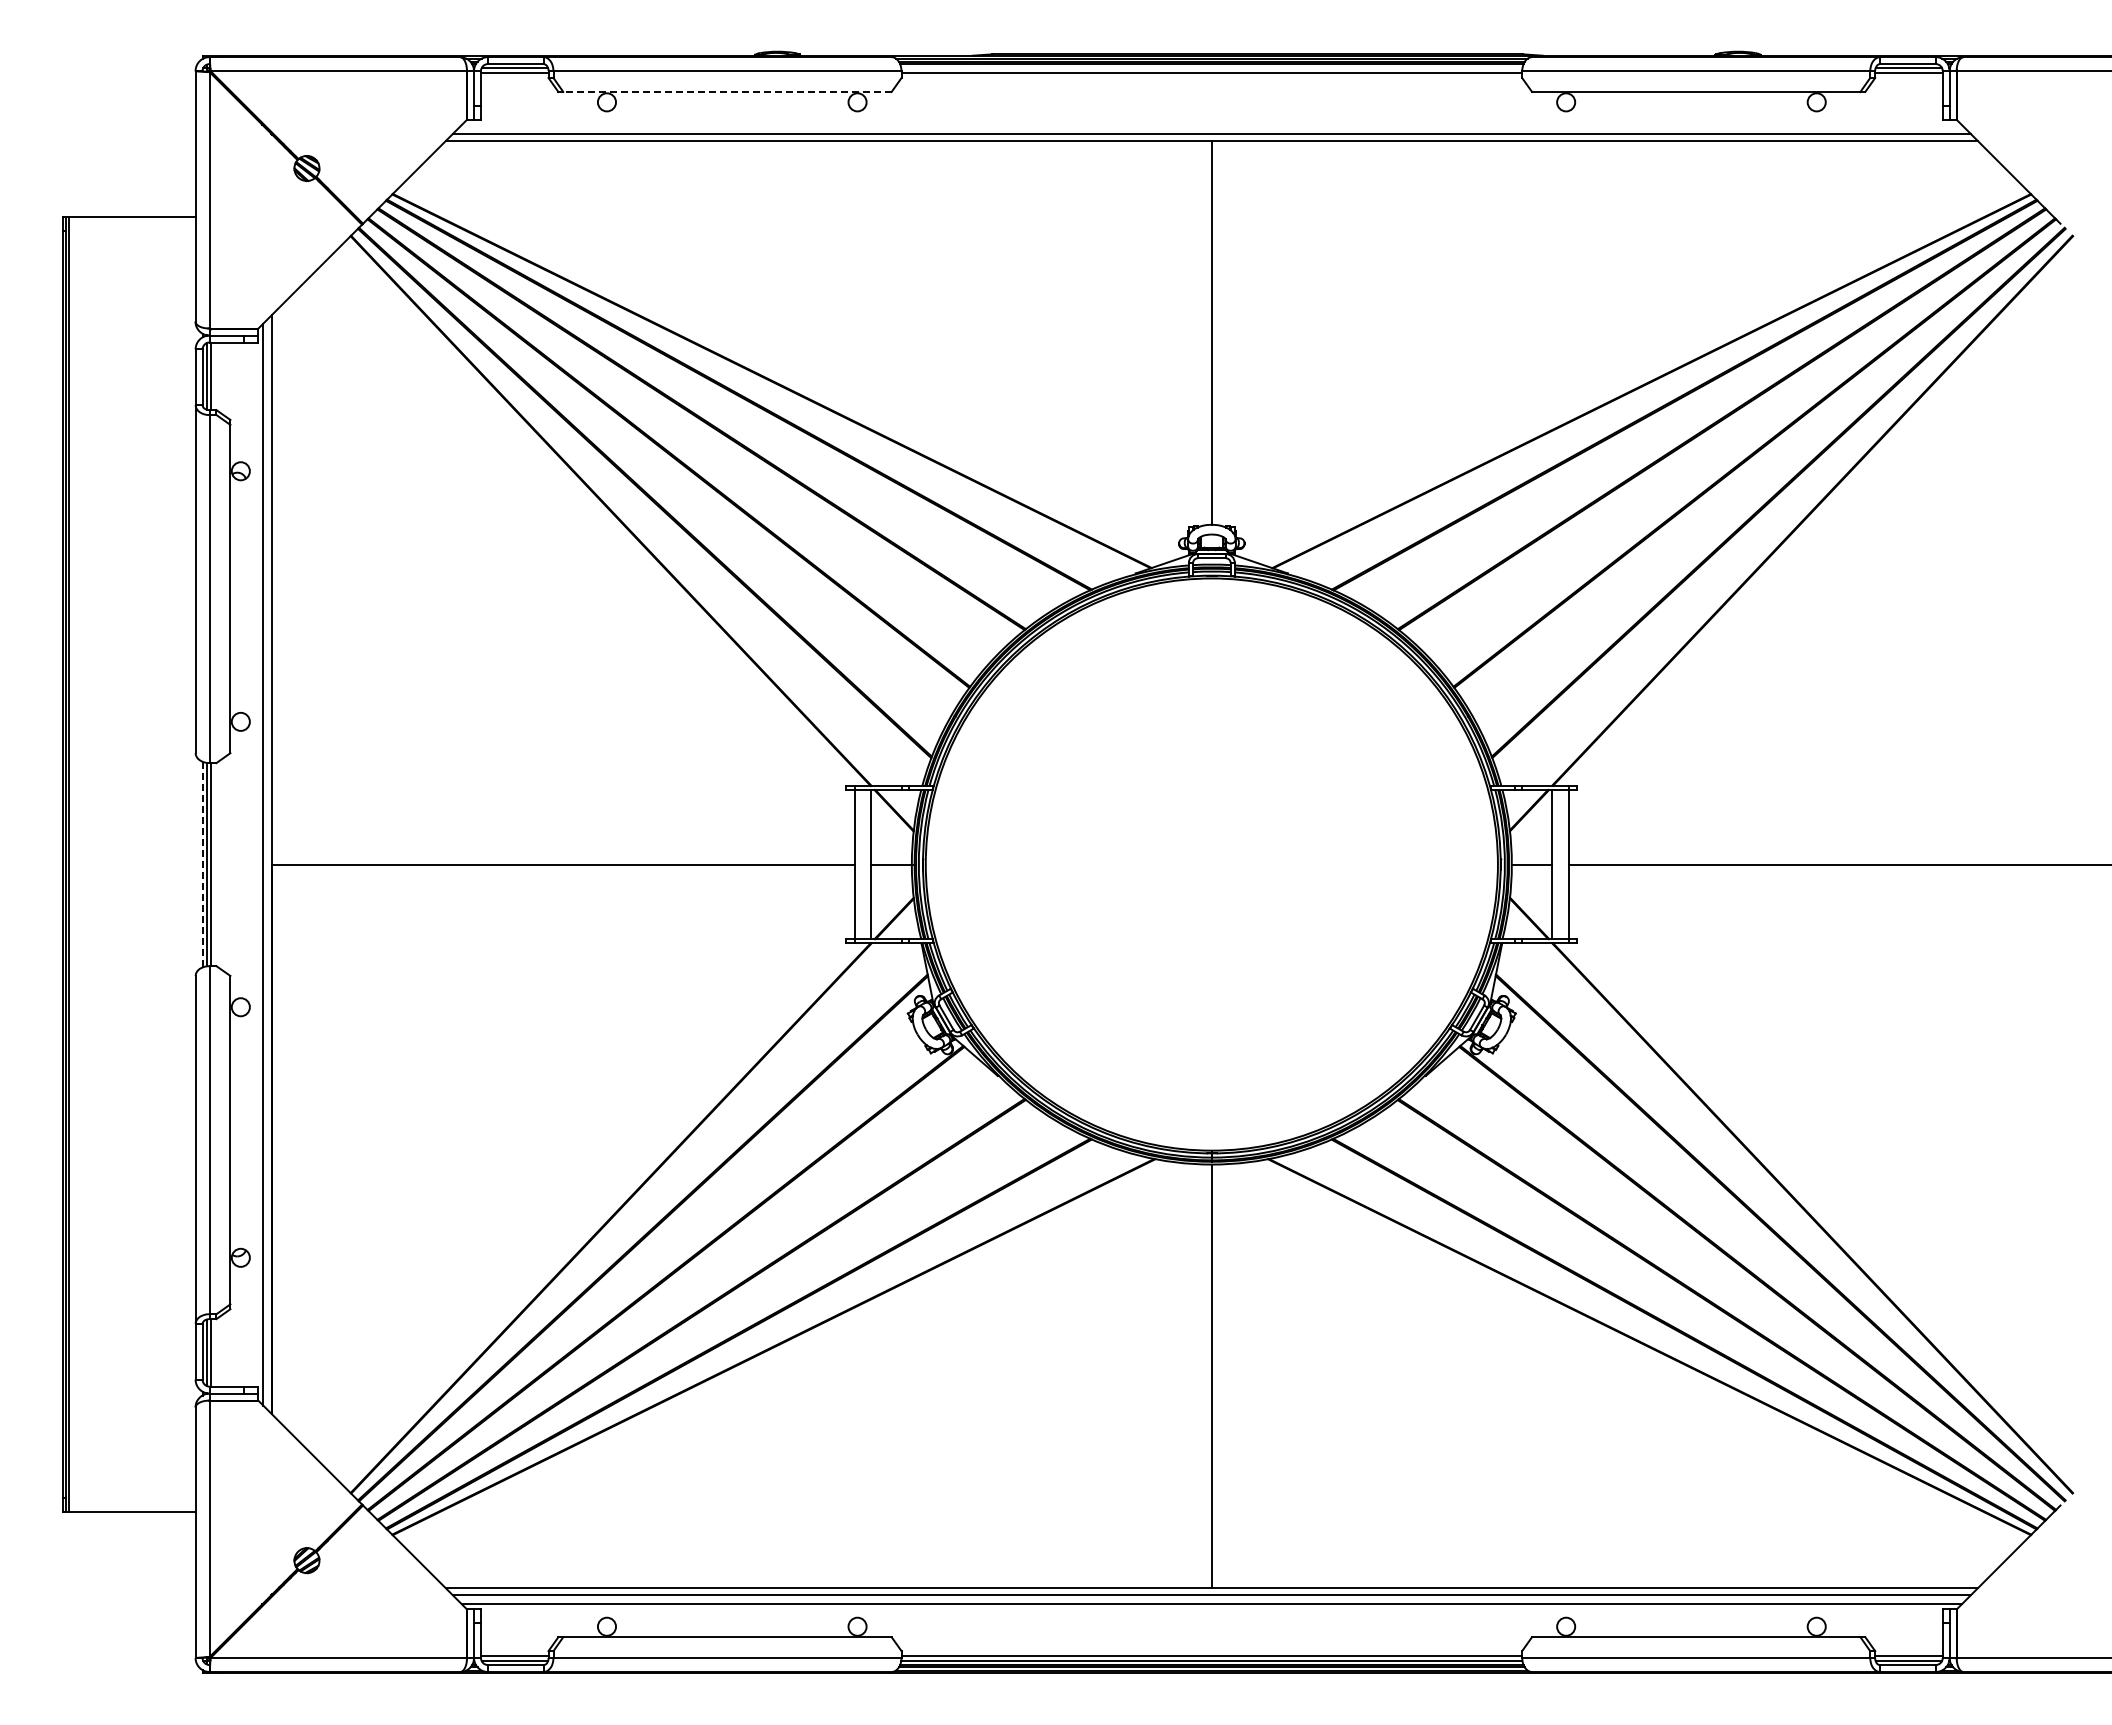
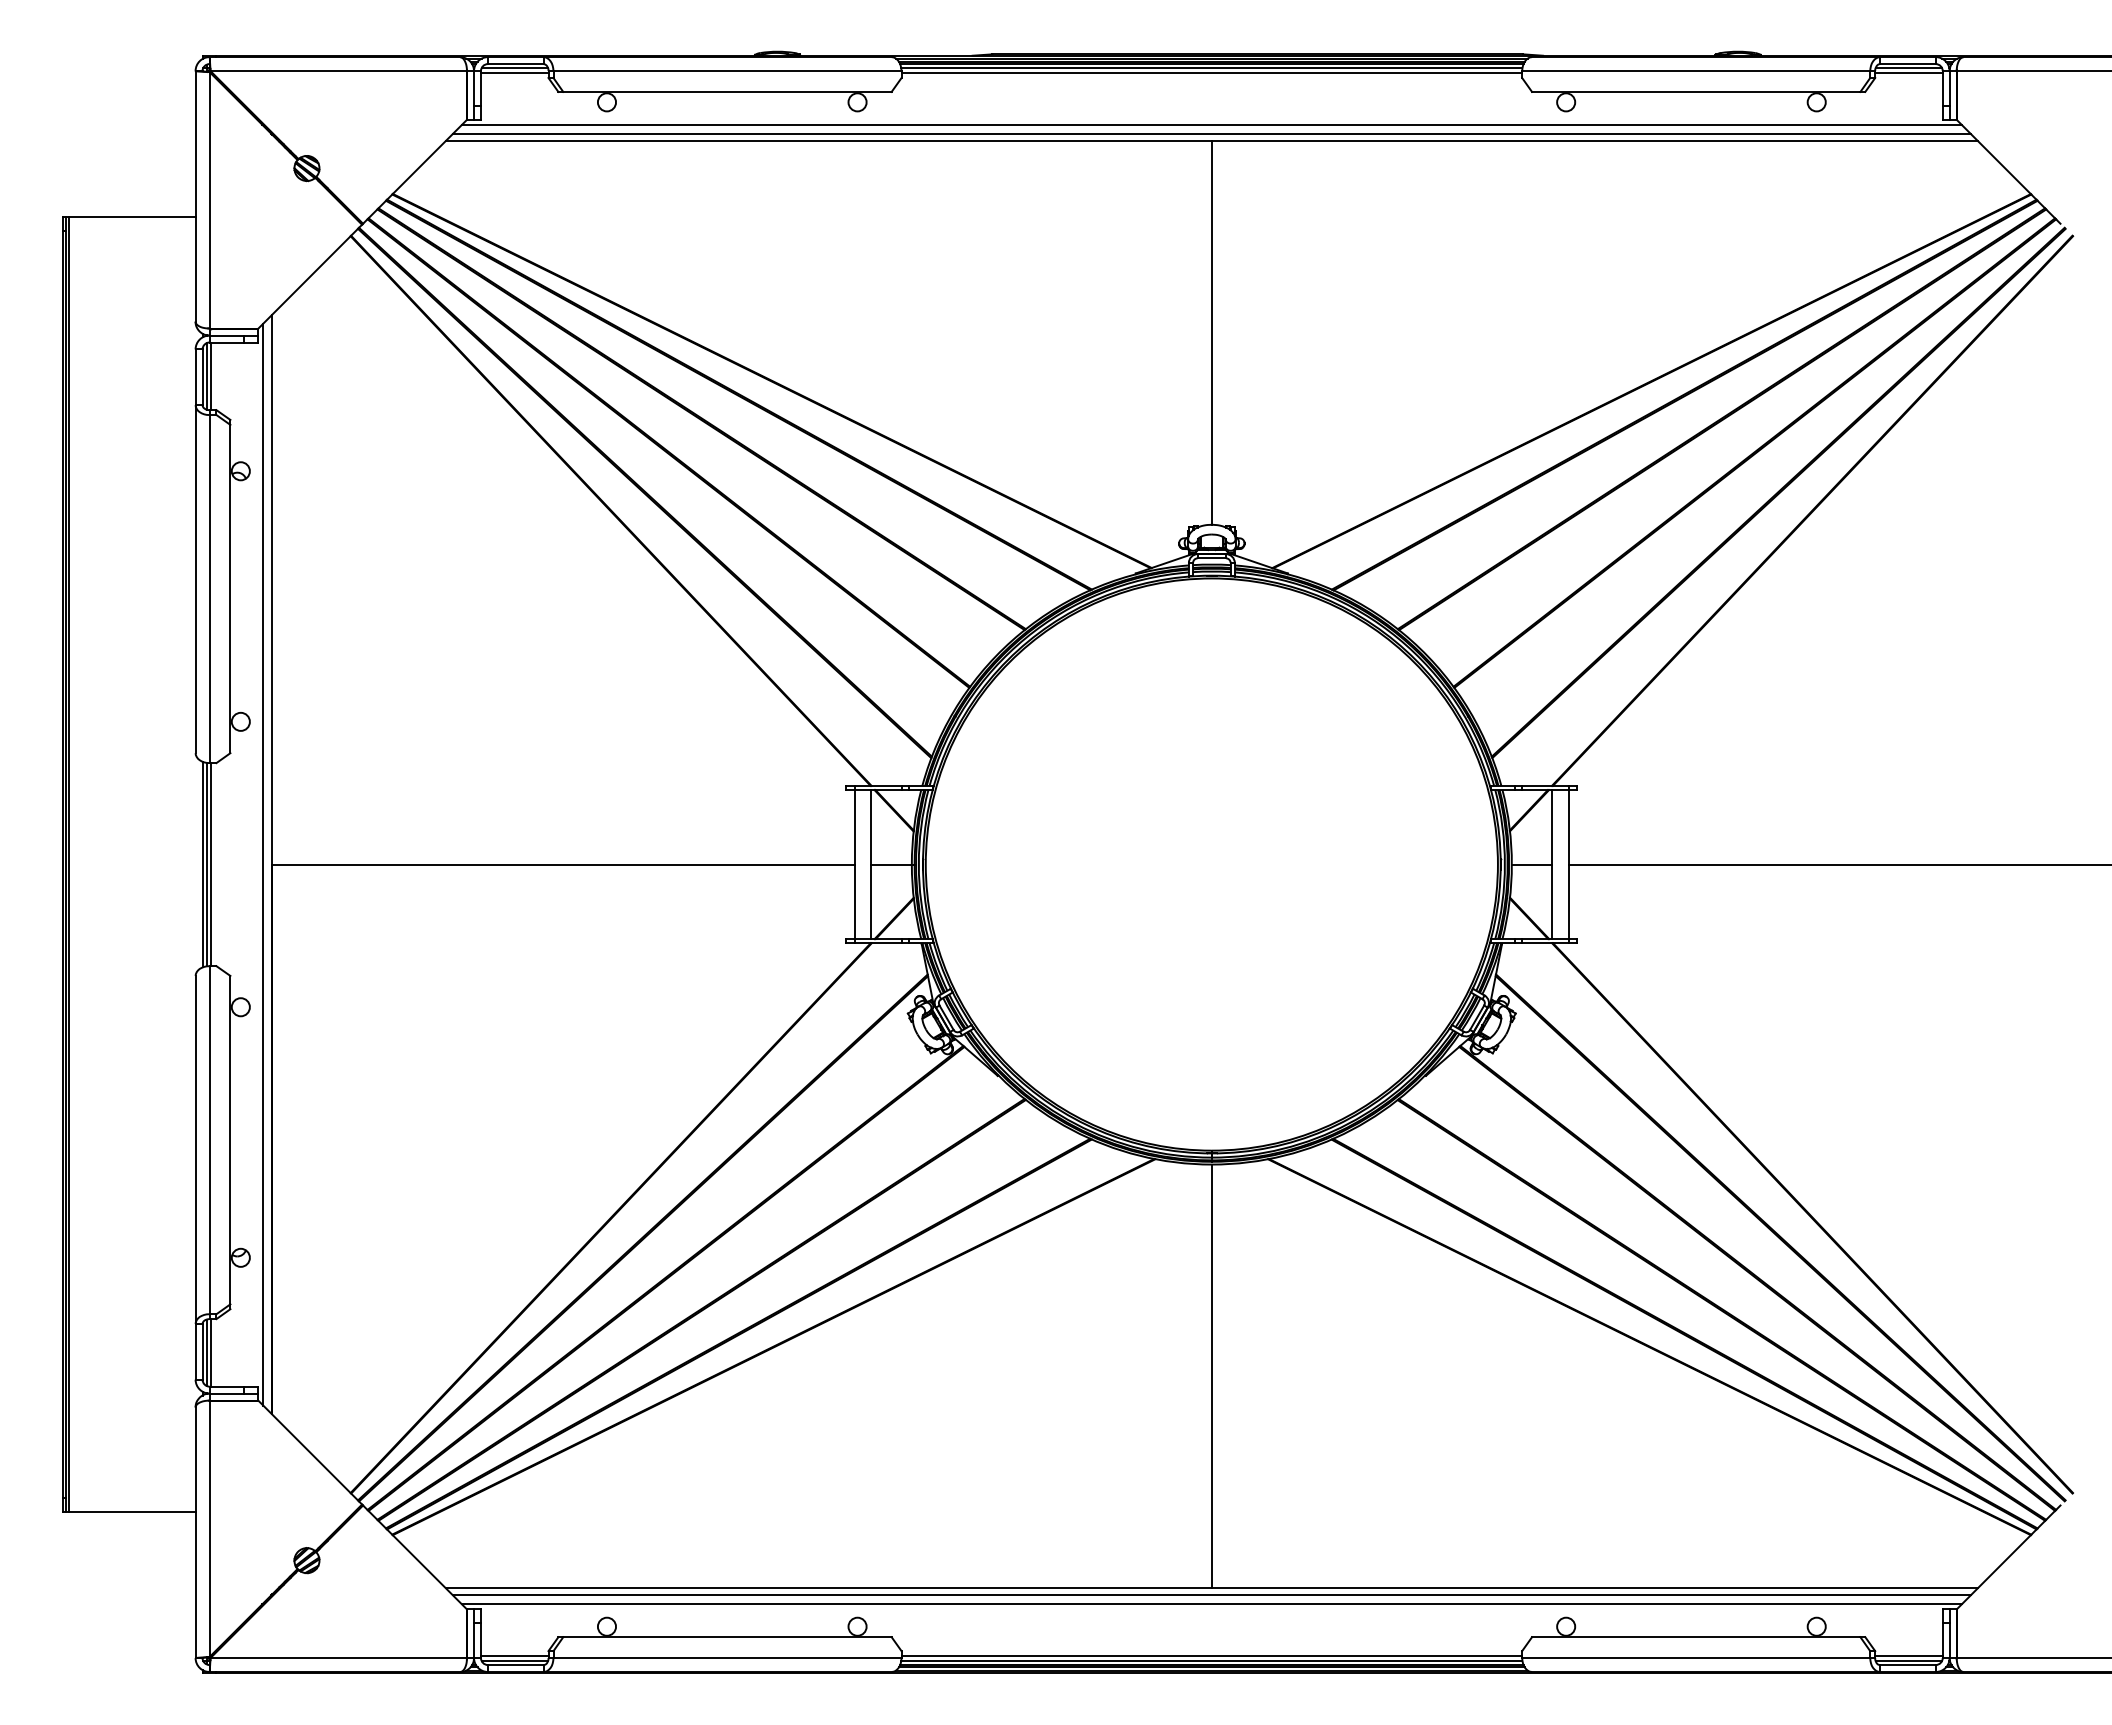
line at (1211, 68): none -> present
line at (726, 91): dashed -> solid
line at (1211, 124): none -> present
line at (202, 864): dashed -> solid
